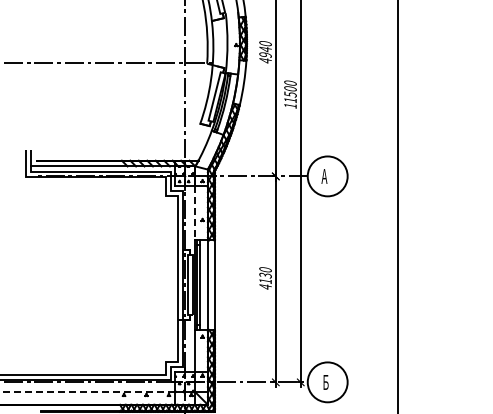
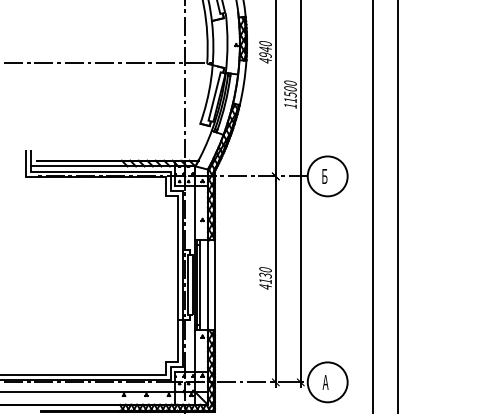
text at (324, 176): А -> Б
line at (373, 206): none -> present
line at (195, 213): dashed -> solid
text at (325, 382): Б -> А
line at (87, 392): dashed -> solid
